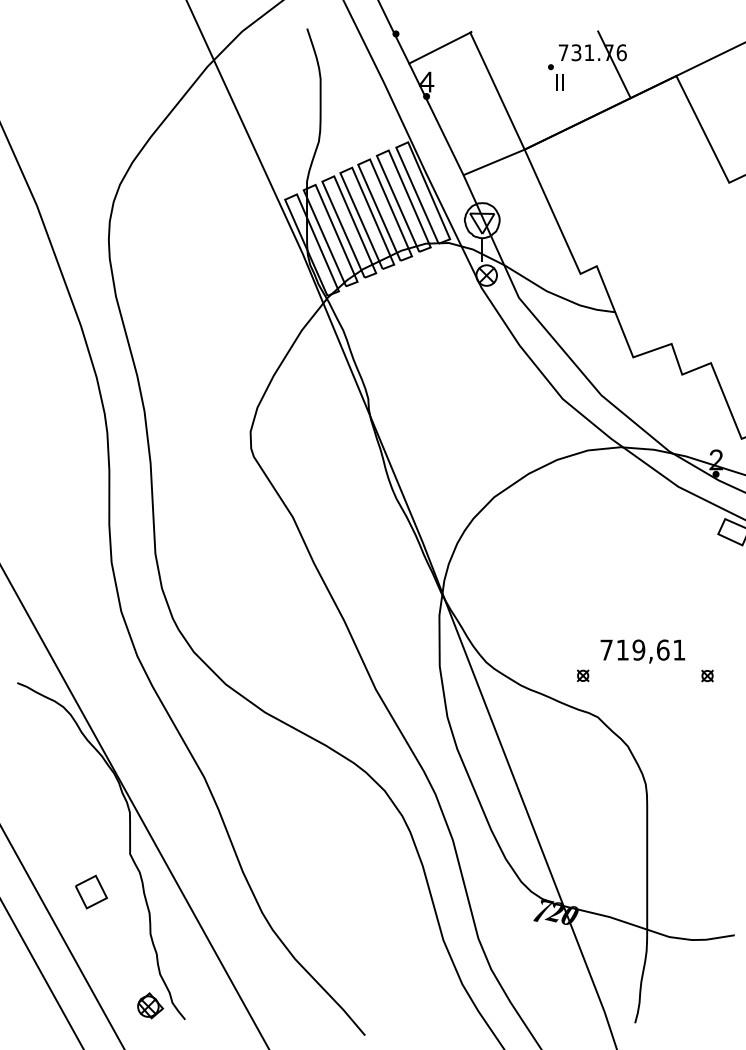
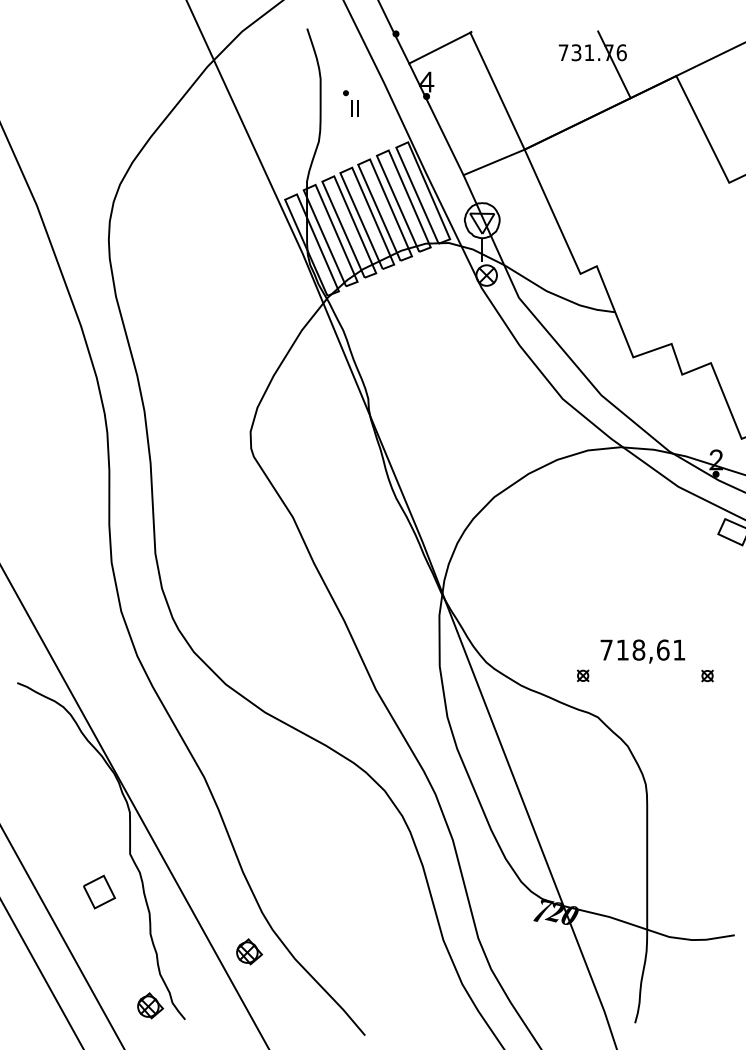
part at (555, 77) position: (555, 77) -> (350, 103)
text at (638, 649): 719,61 -> 718,61
part at (91, 891) position: (91, 891) -> (99, 891)
part at (249, 951): none -> present
